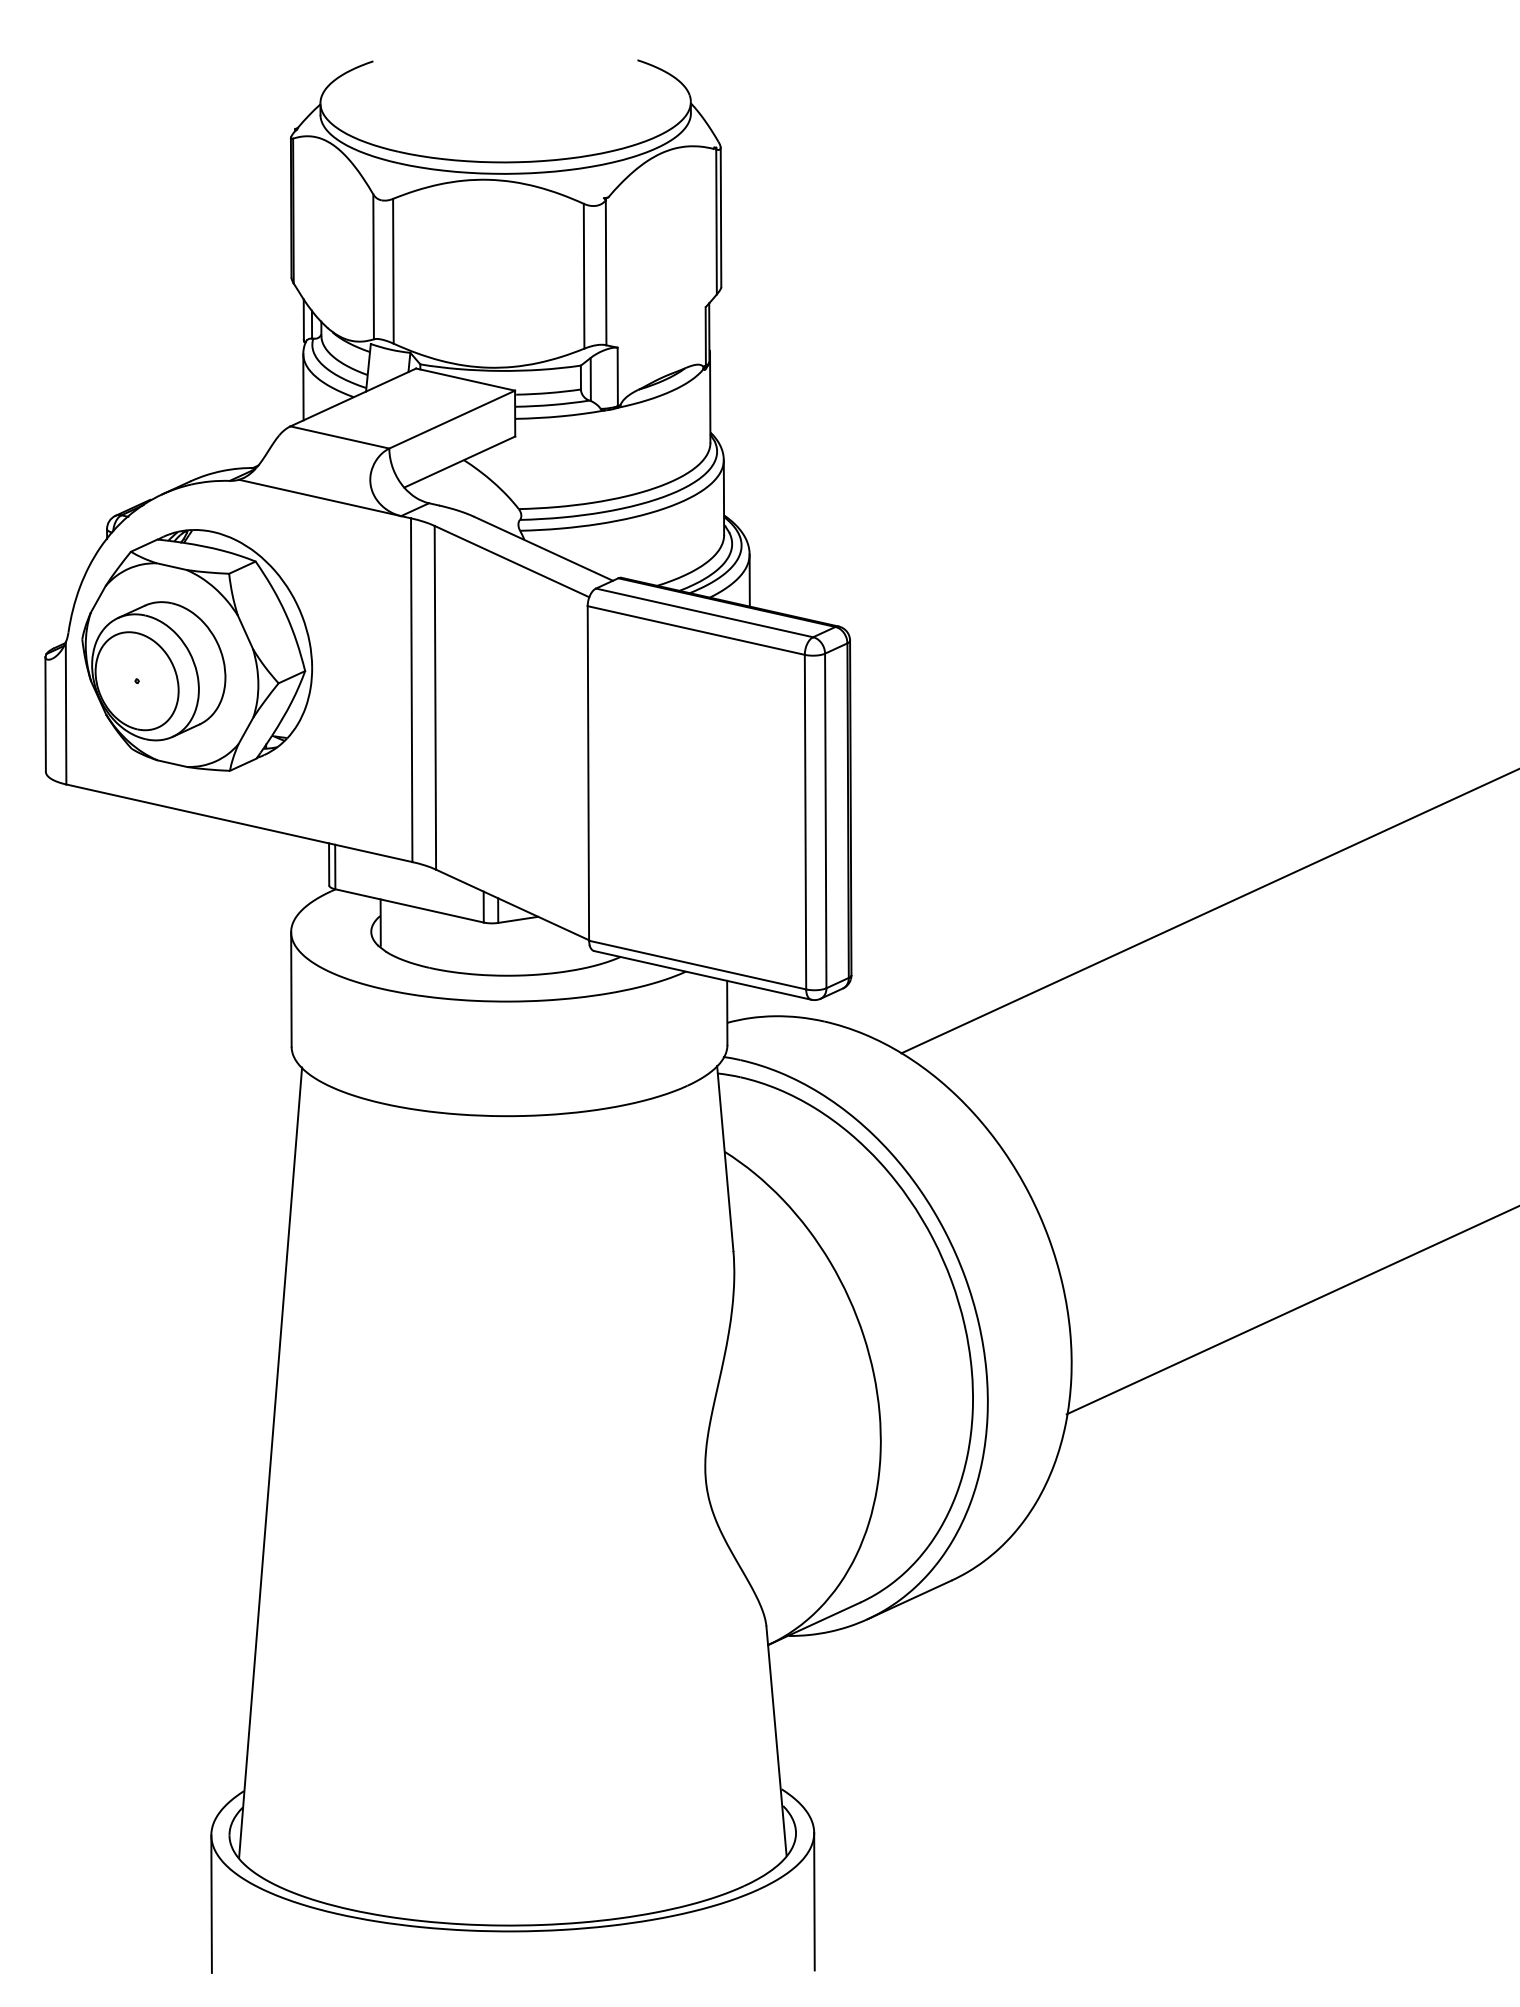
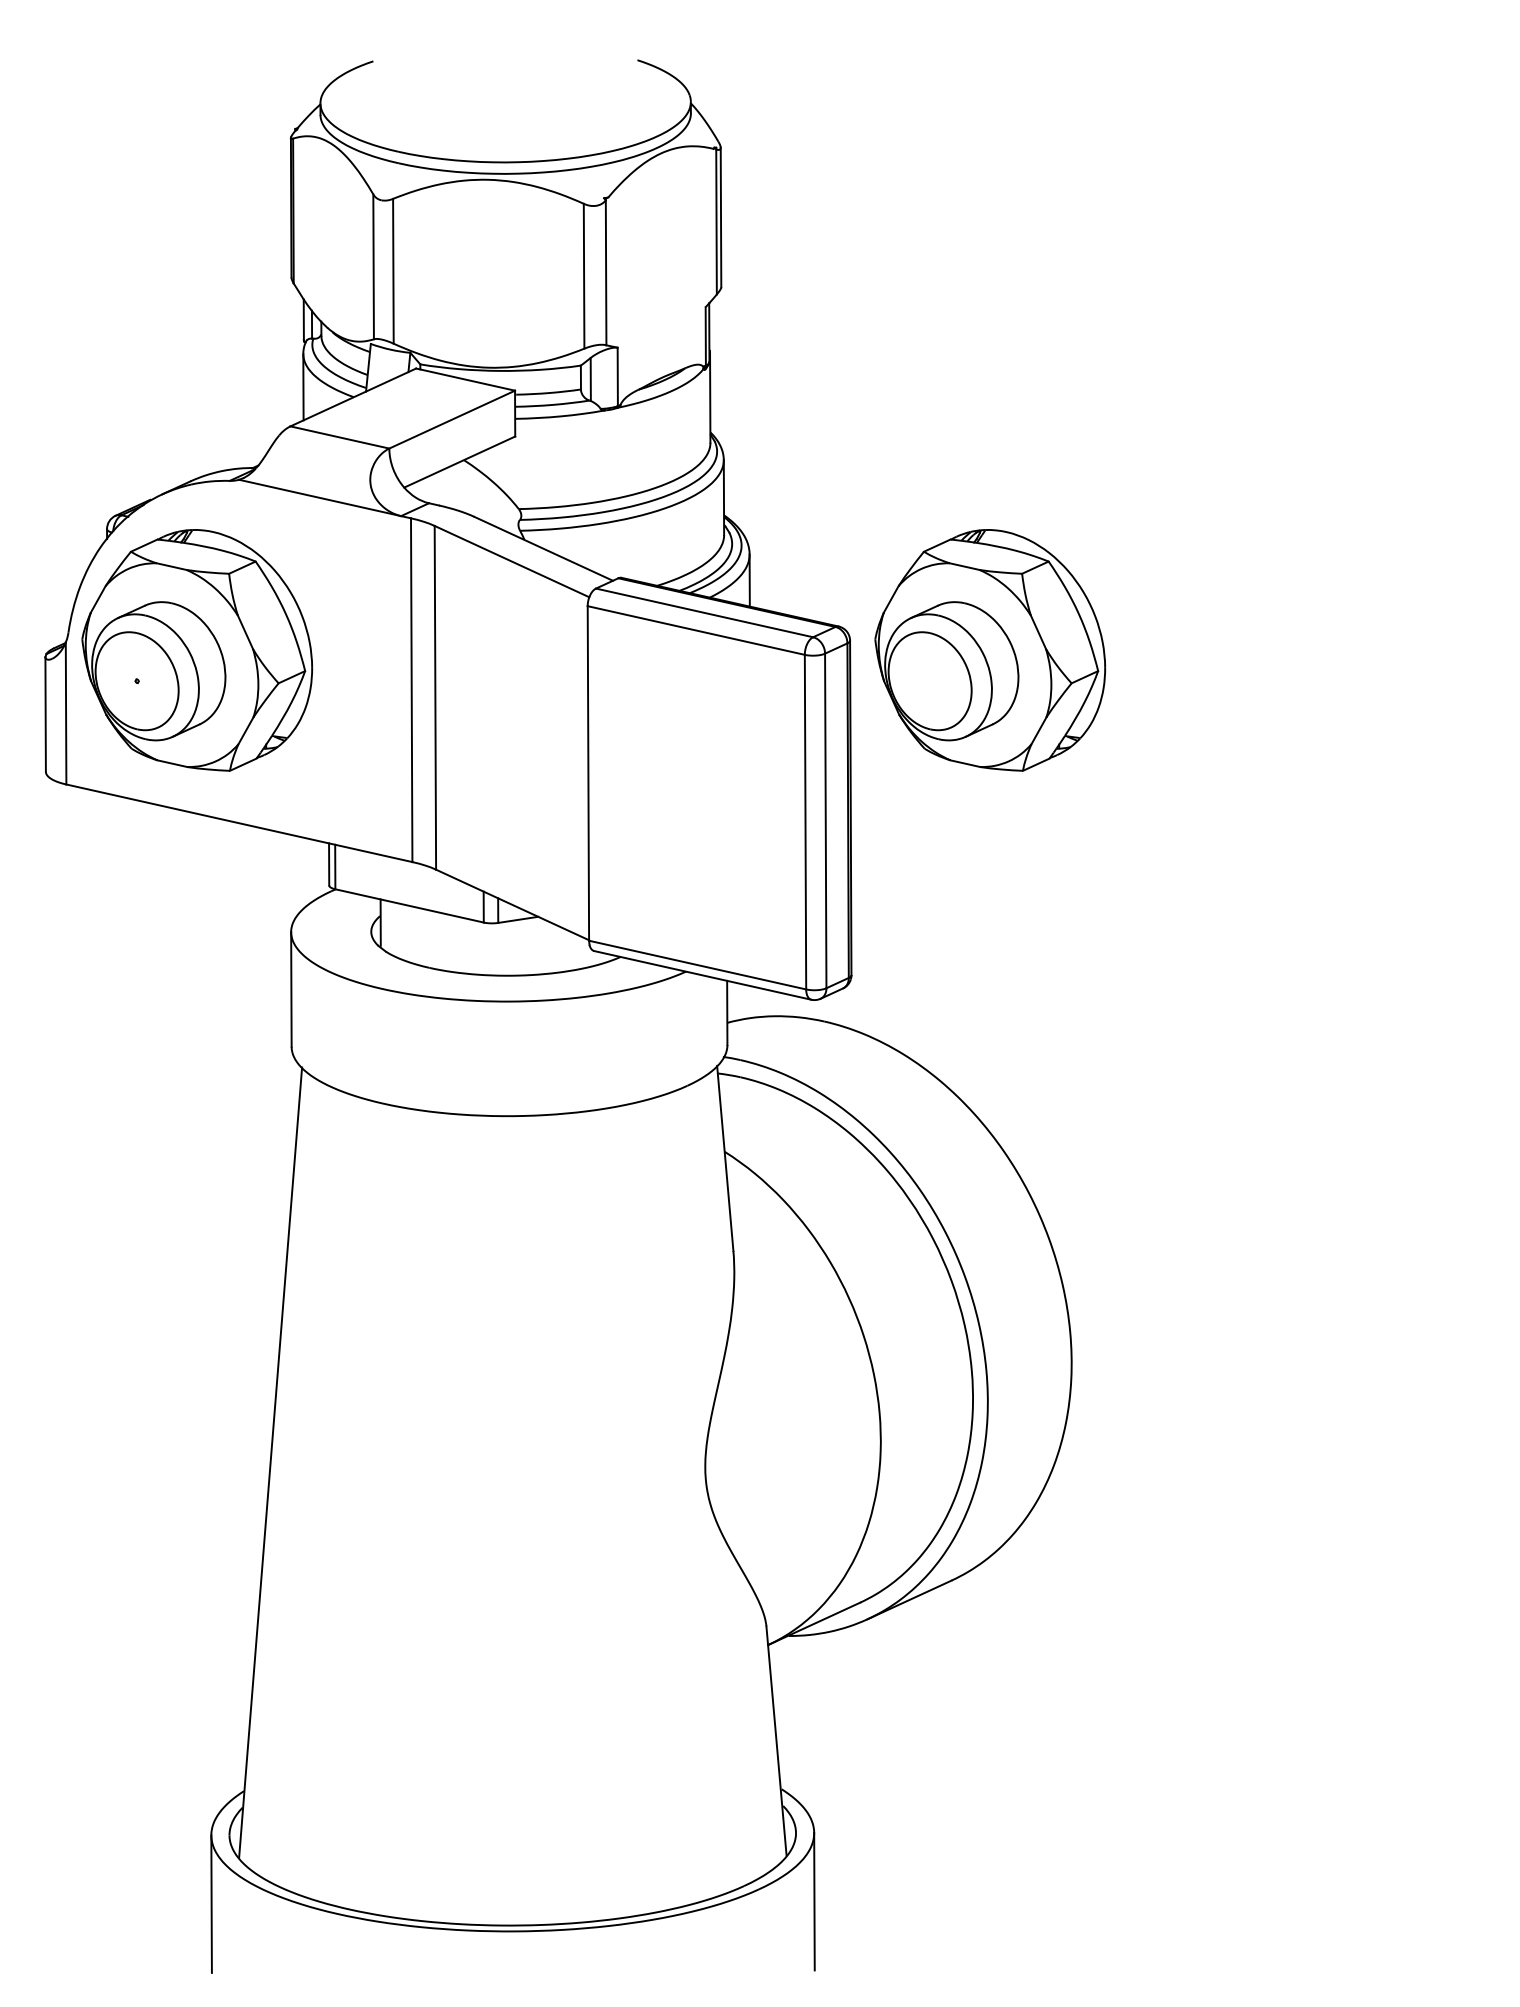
part at (990, 650): none -> present
line at (1208, 911): present -> none
line at (1291, 1310): present -> none
